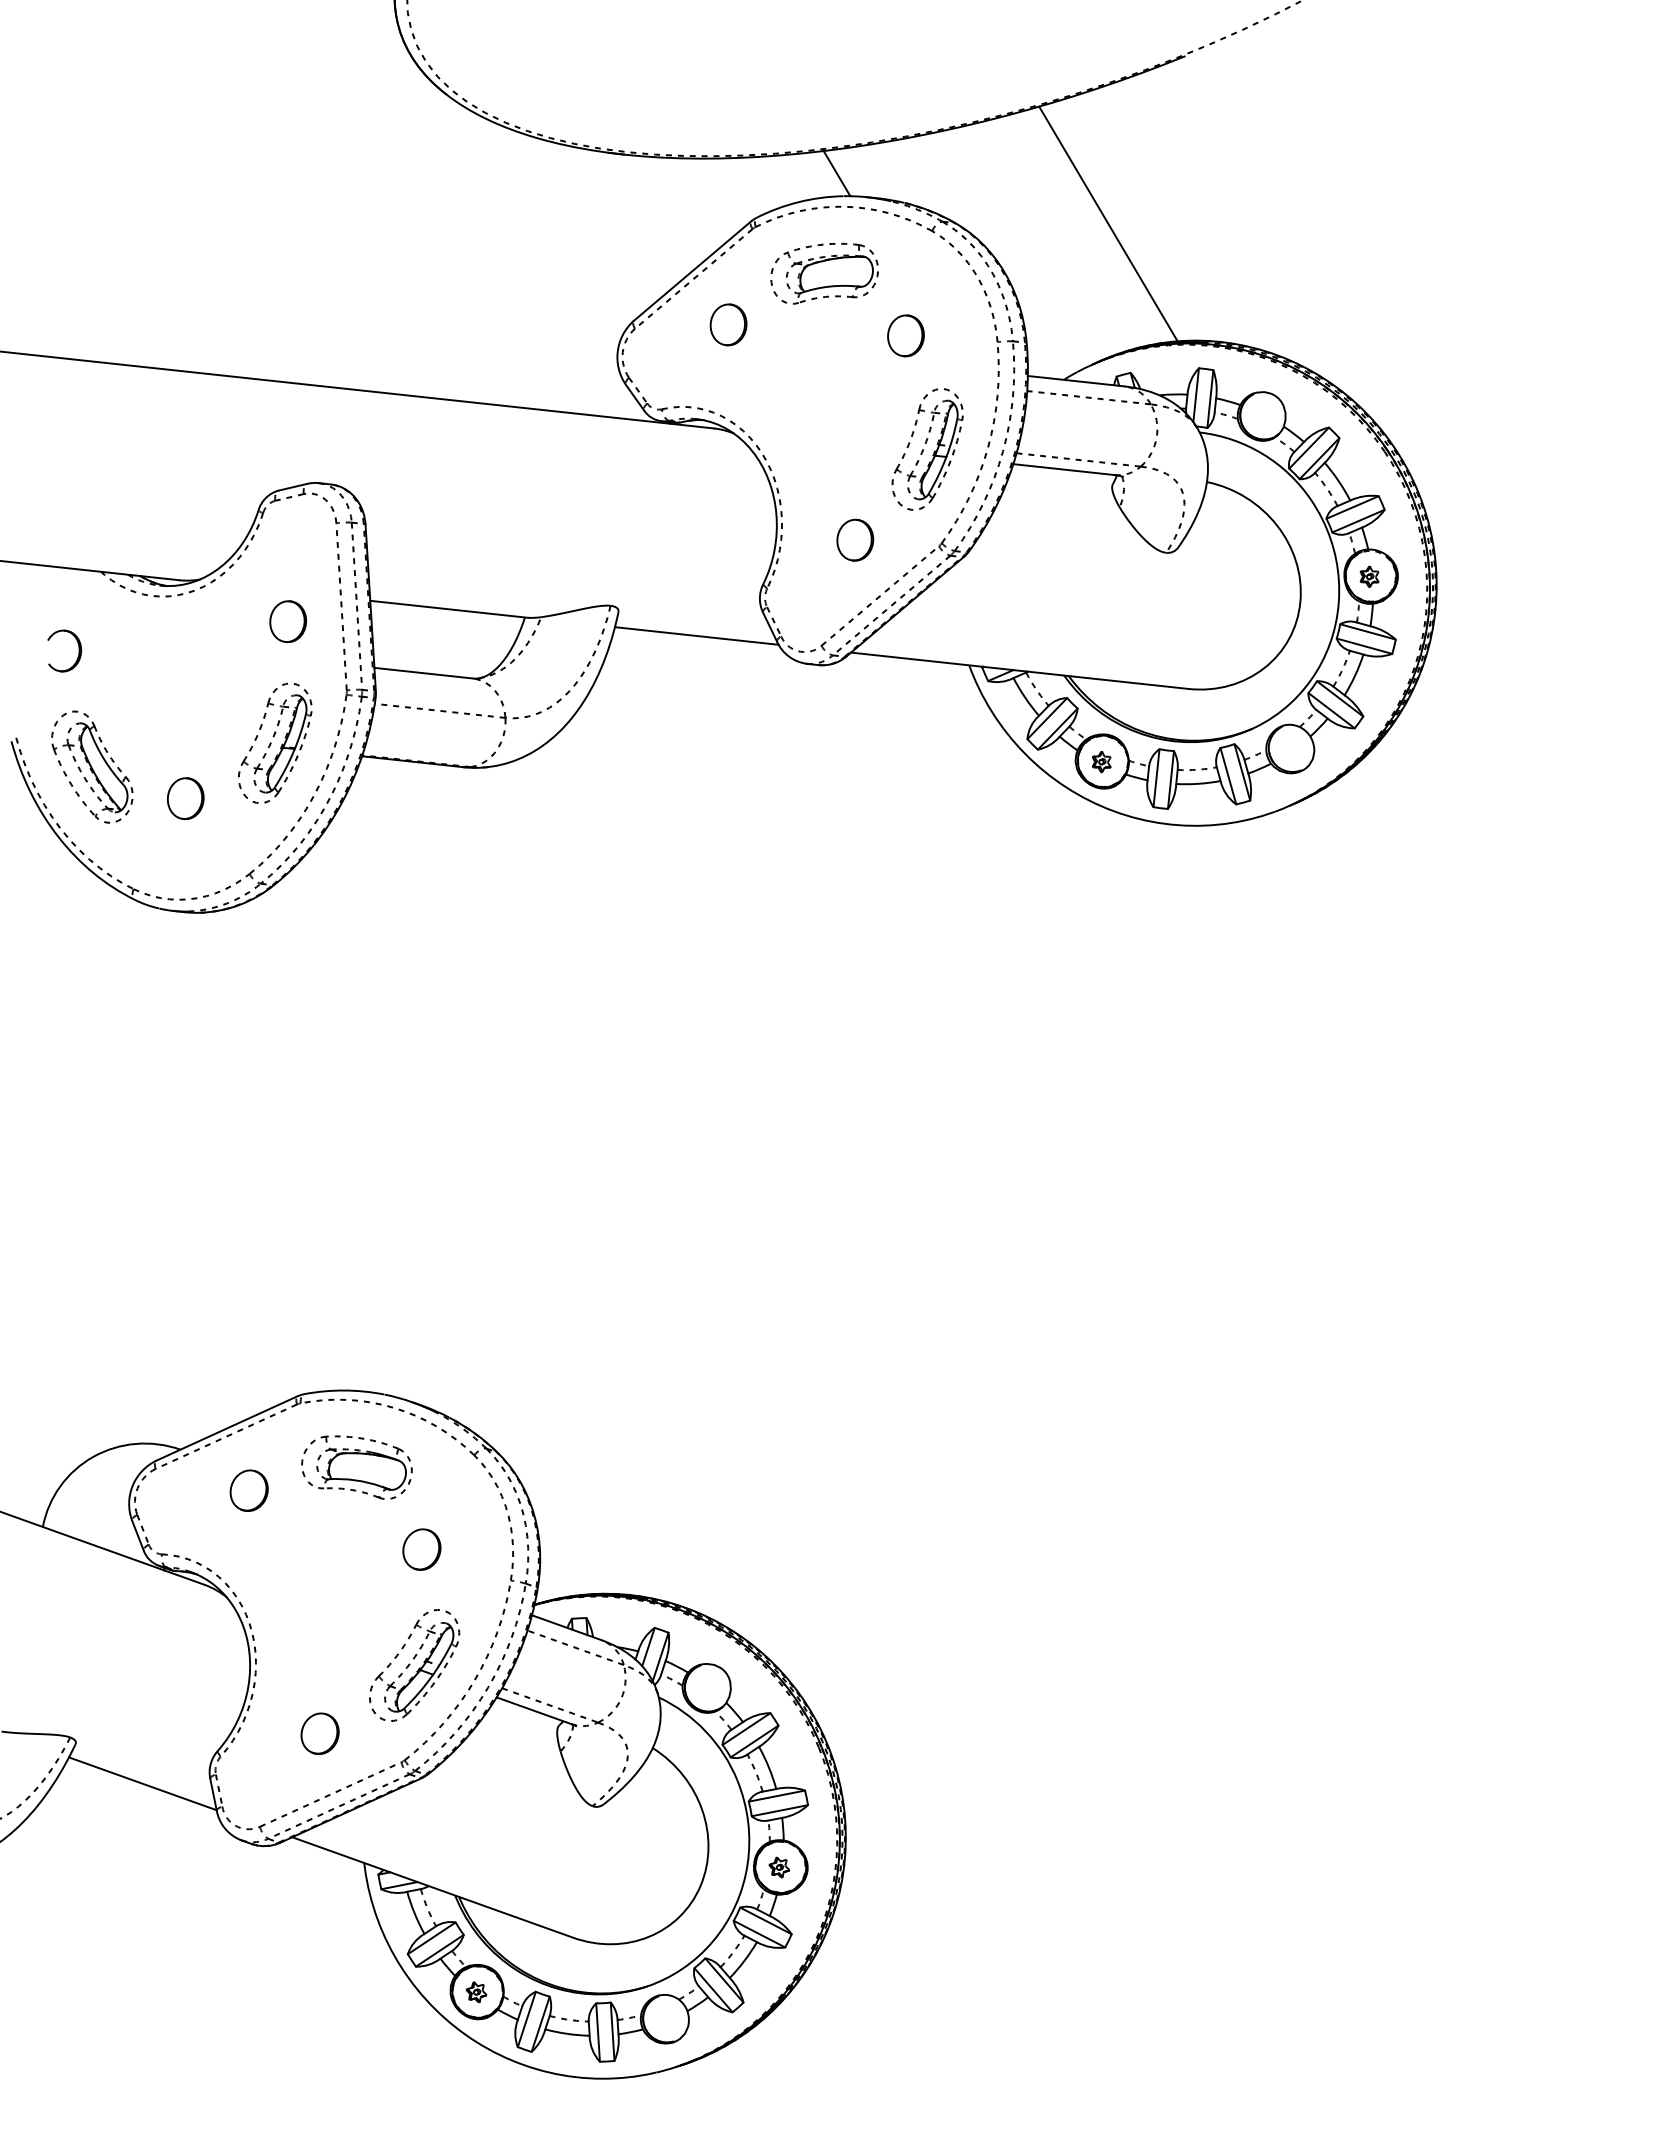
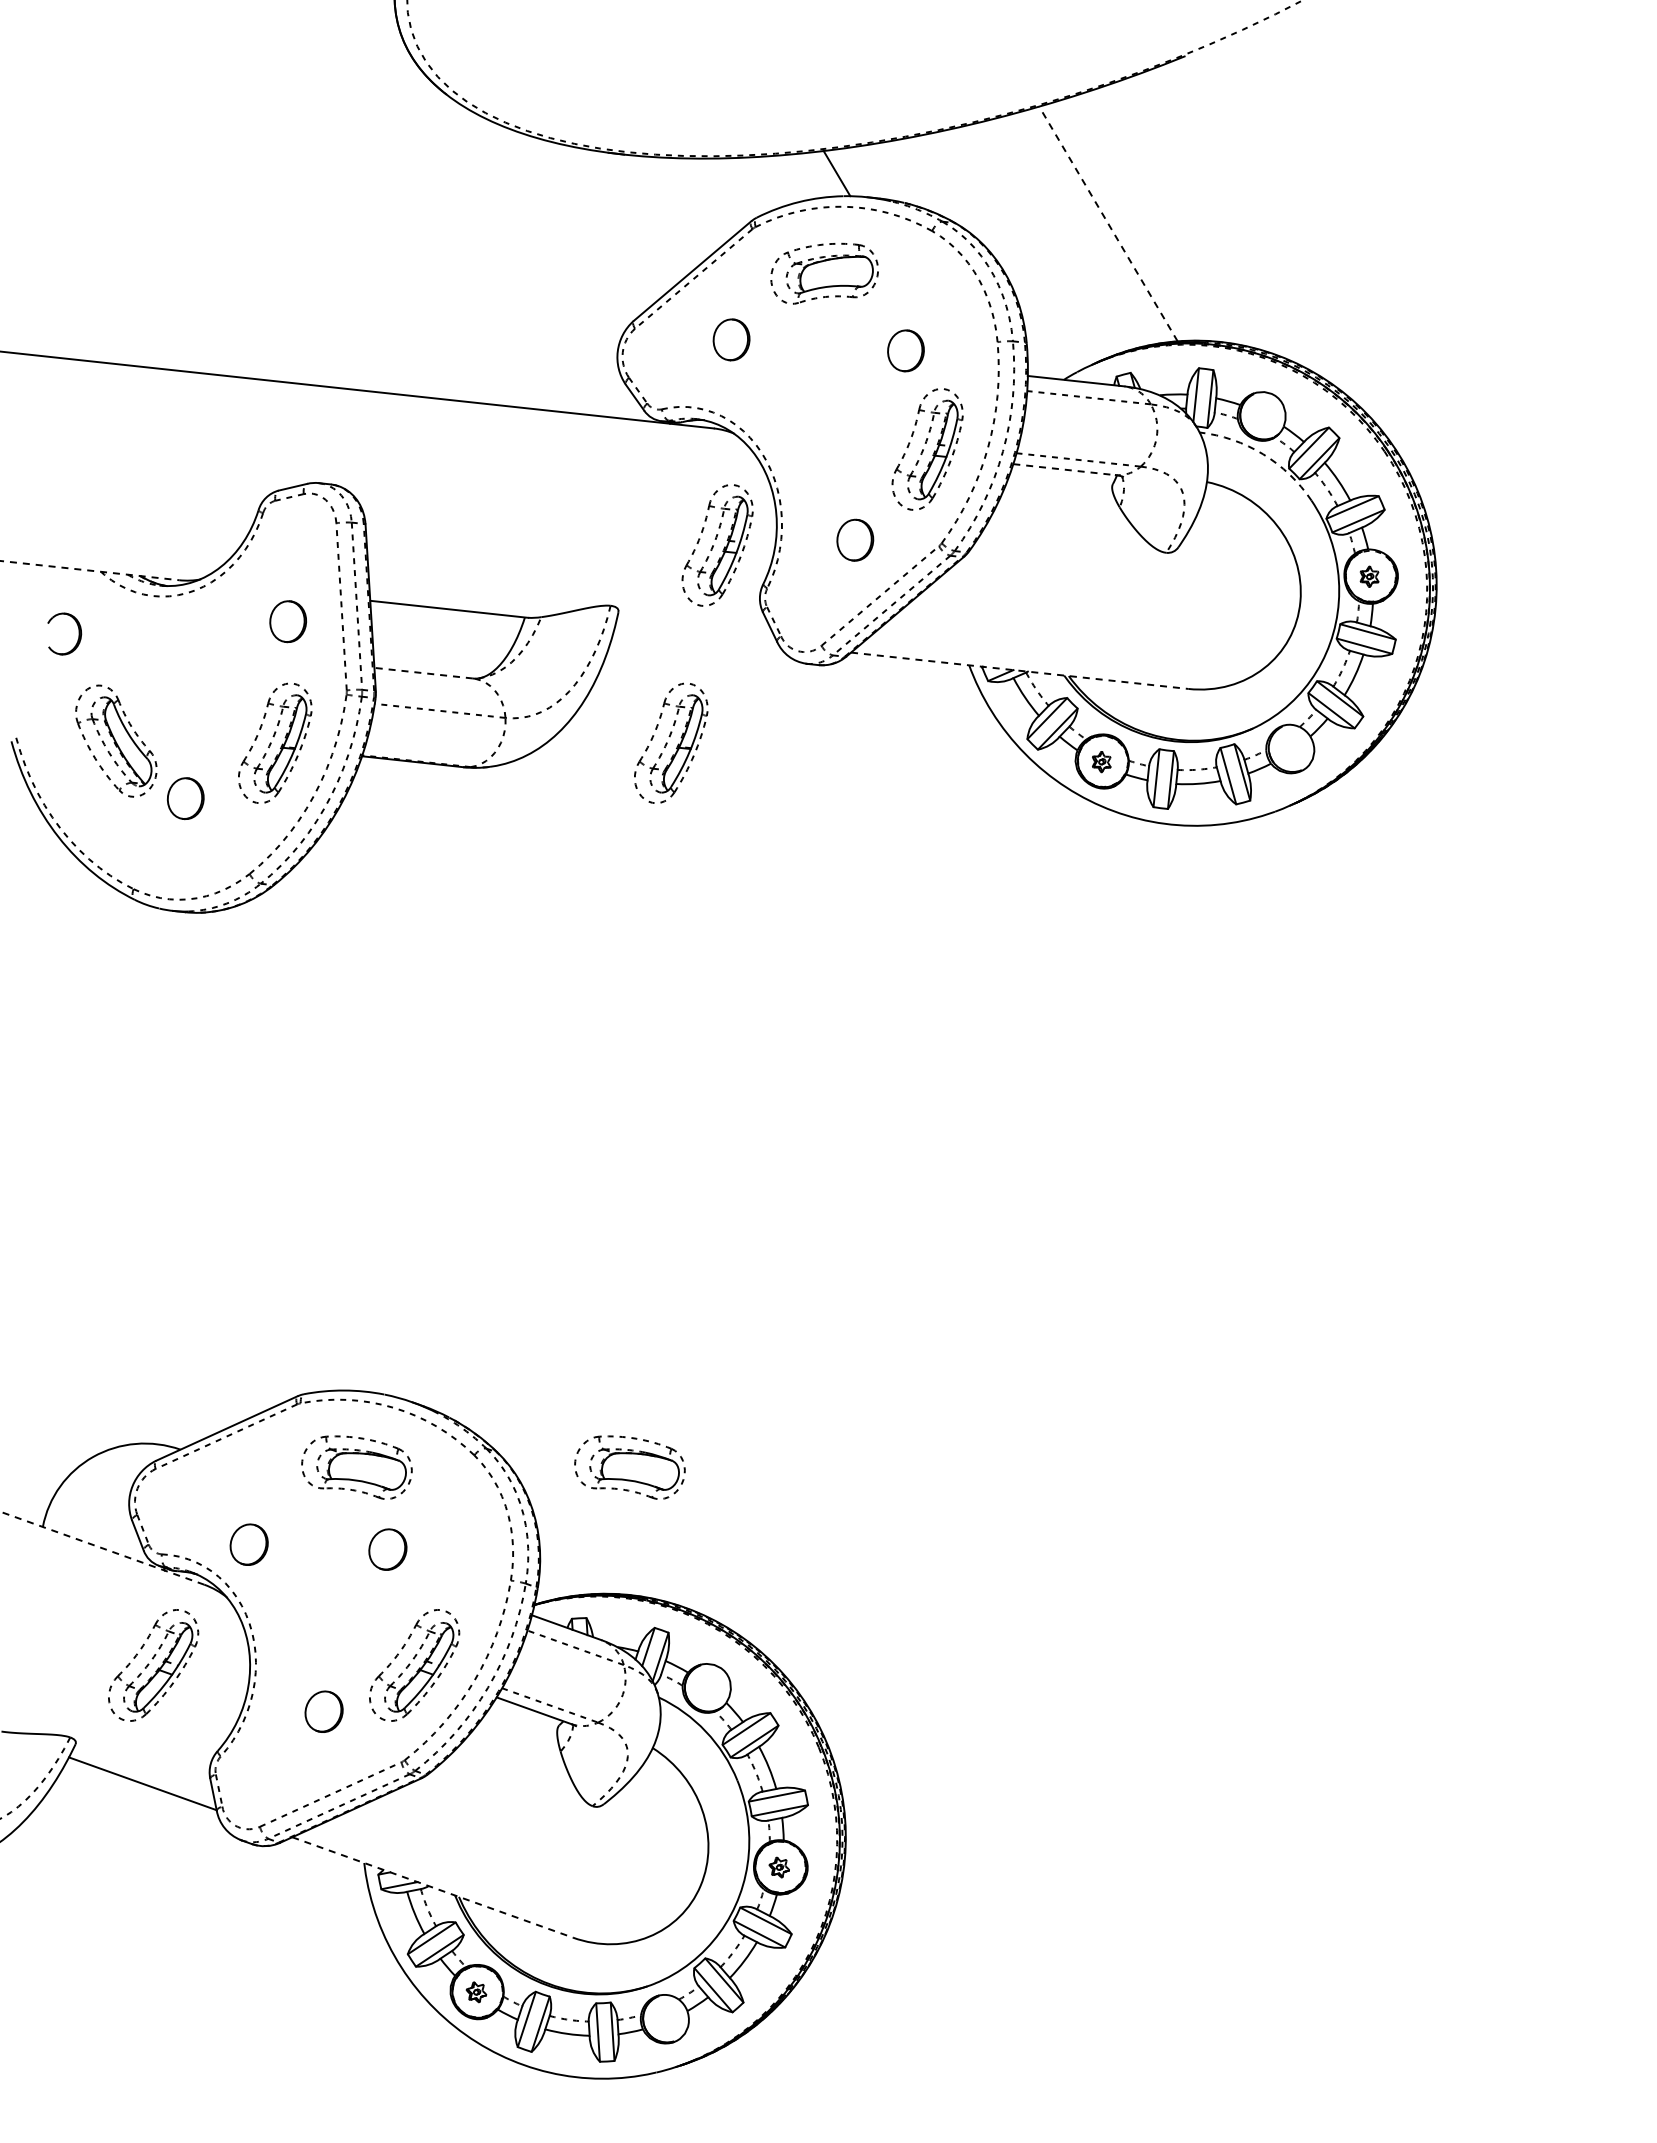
line at (1108, 223): solid -> dashed
part at (728, 324) position: (728, 324) -> (731, 339)
part at (905, 335) position: (905, 335) -> (905, 350)
arc at (1263, 454): solid -> dashed
line at (1064, 469): solid -> dashed
part at (717, 545): none -> present
line at (89, 570): solid -> dashed
line at (696, 635): present -> none
part at (78, 650) position: (78, 650) -> (78, 633)
line at (1019, 670): solid -> dashed
line at (423, 673): solid -> dashed
part at (671, 742): none -> present
part at (92, 766) position: (92, 766) -> (116, 740)
part at (629, 1467): none -> present
part at (248, 1490) position: (248, 1490) -> (248, 1544)
line at (101, 1548): solid -> dashed
part at (421, 1549) position: (421, 1549) -> (387, 1549)
part at (153, 1665): none -> present
part at (319, 1733) position: (319, 1733) -> (323, 1711)
line at (433, 1887): solid -> dashed
